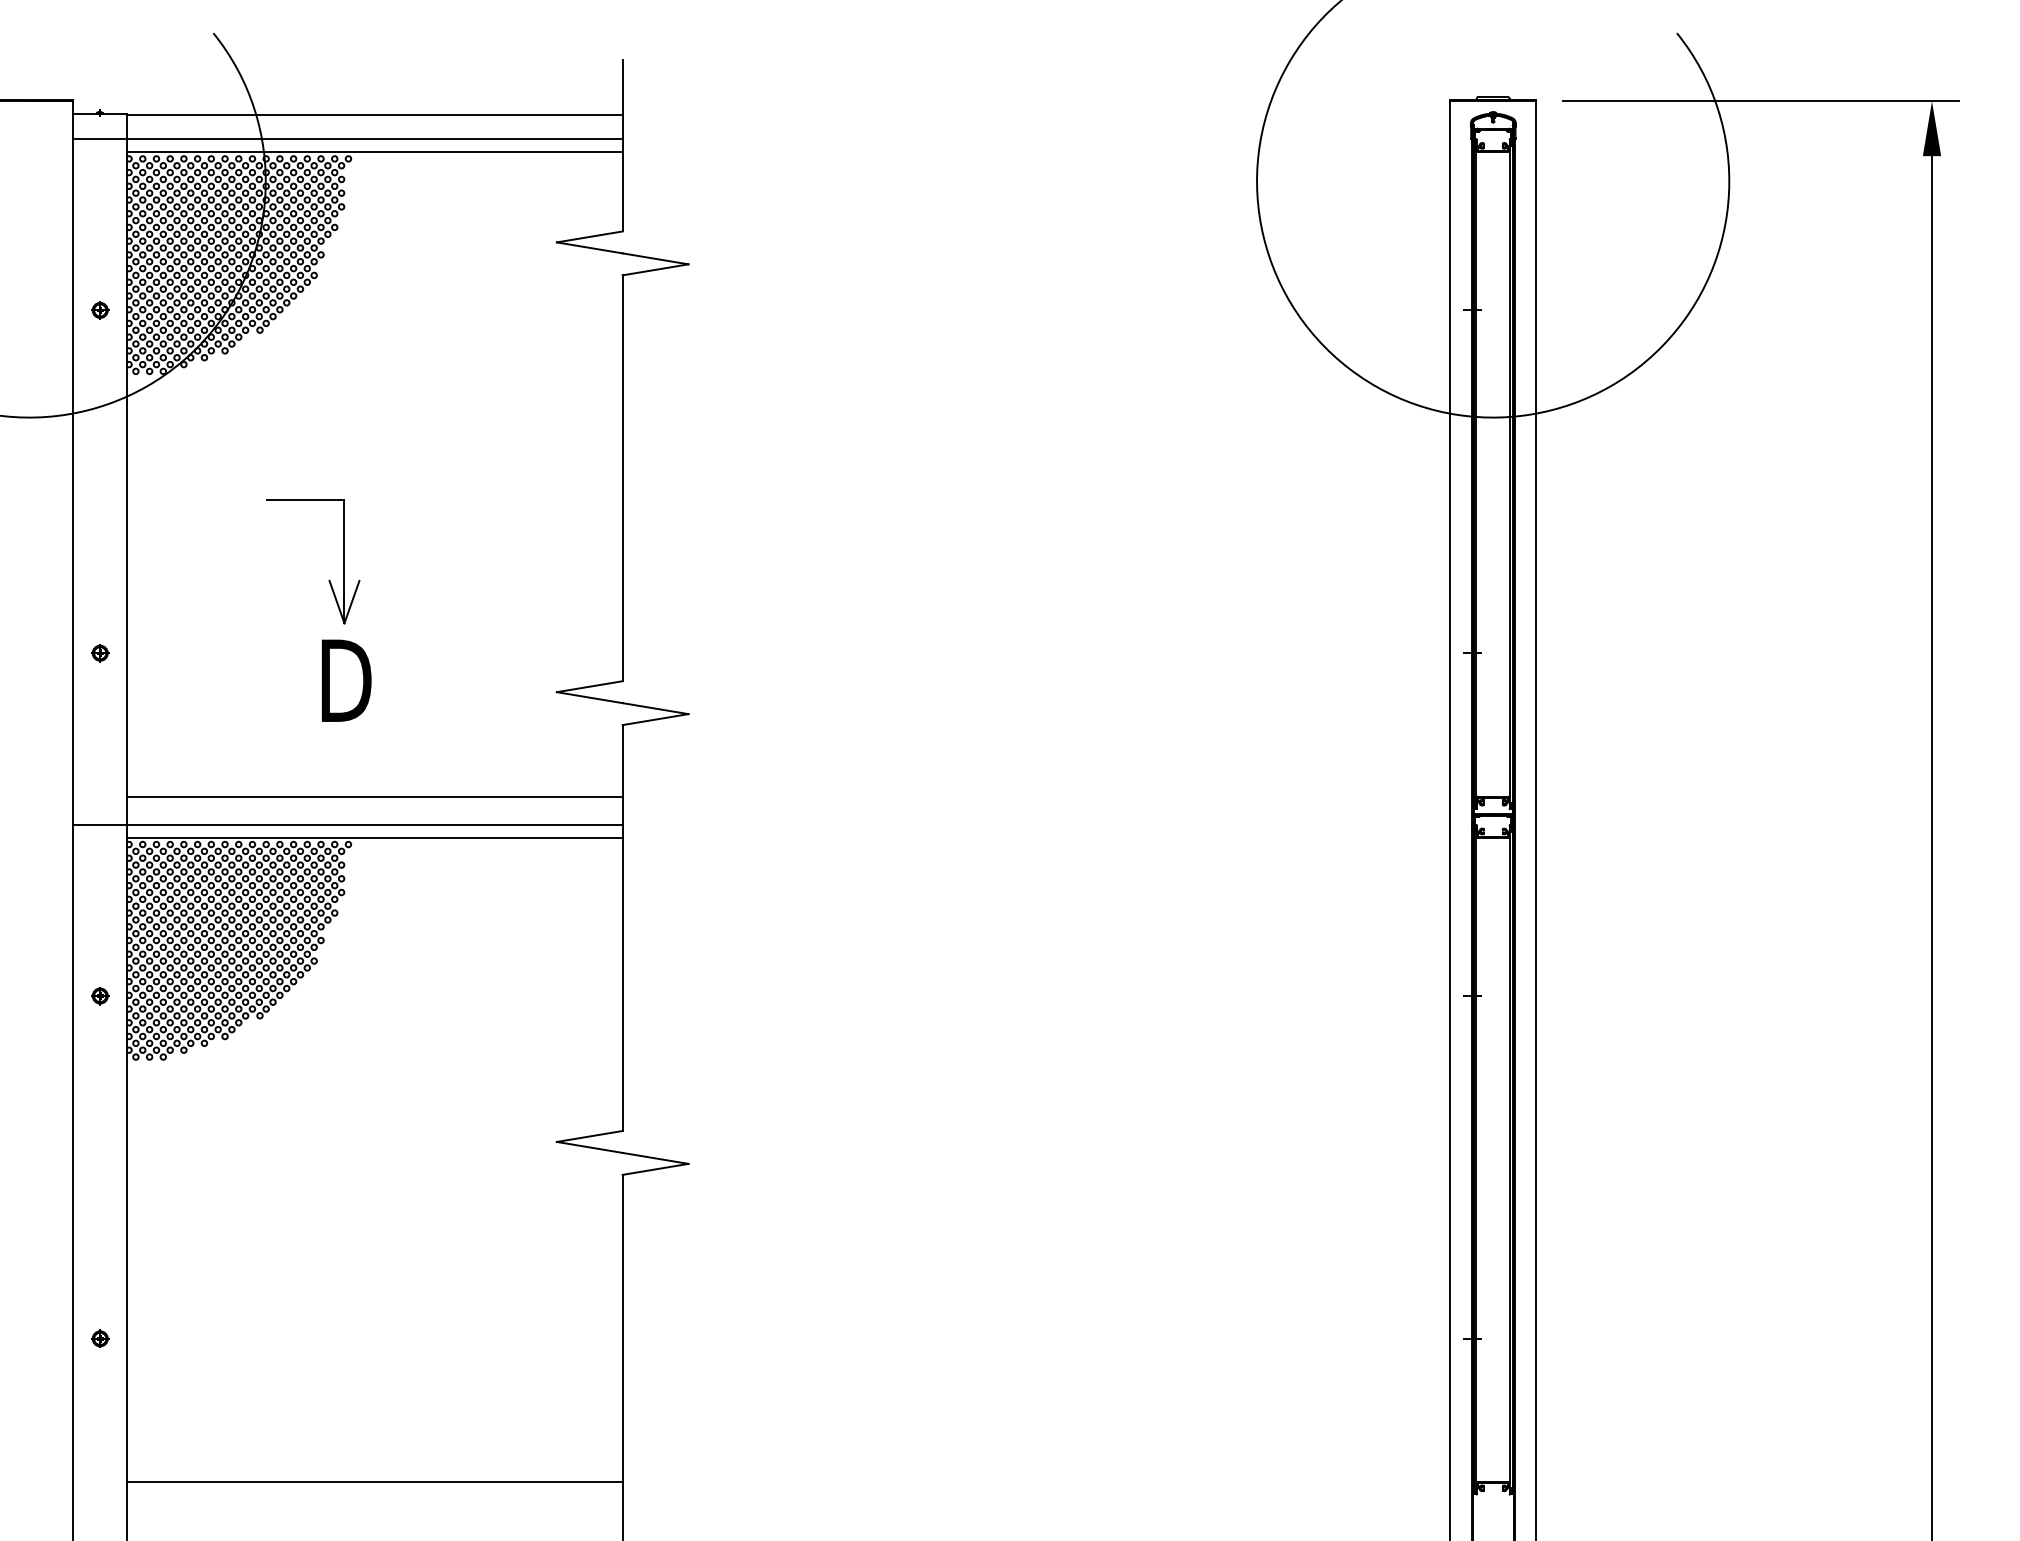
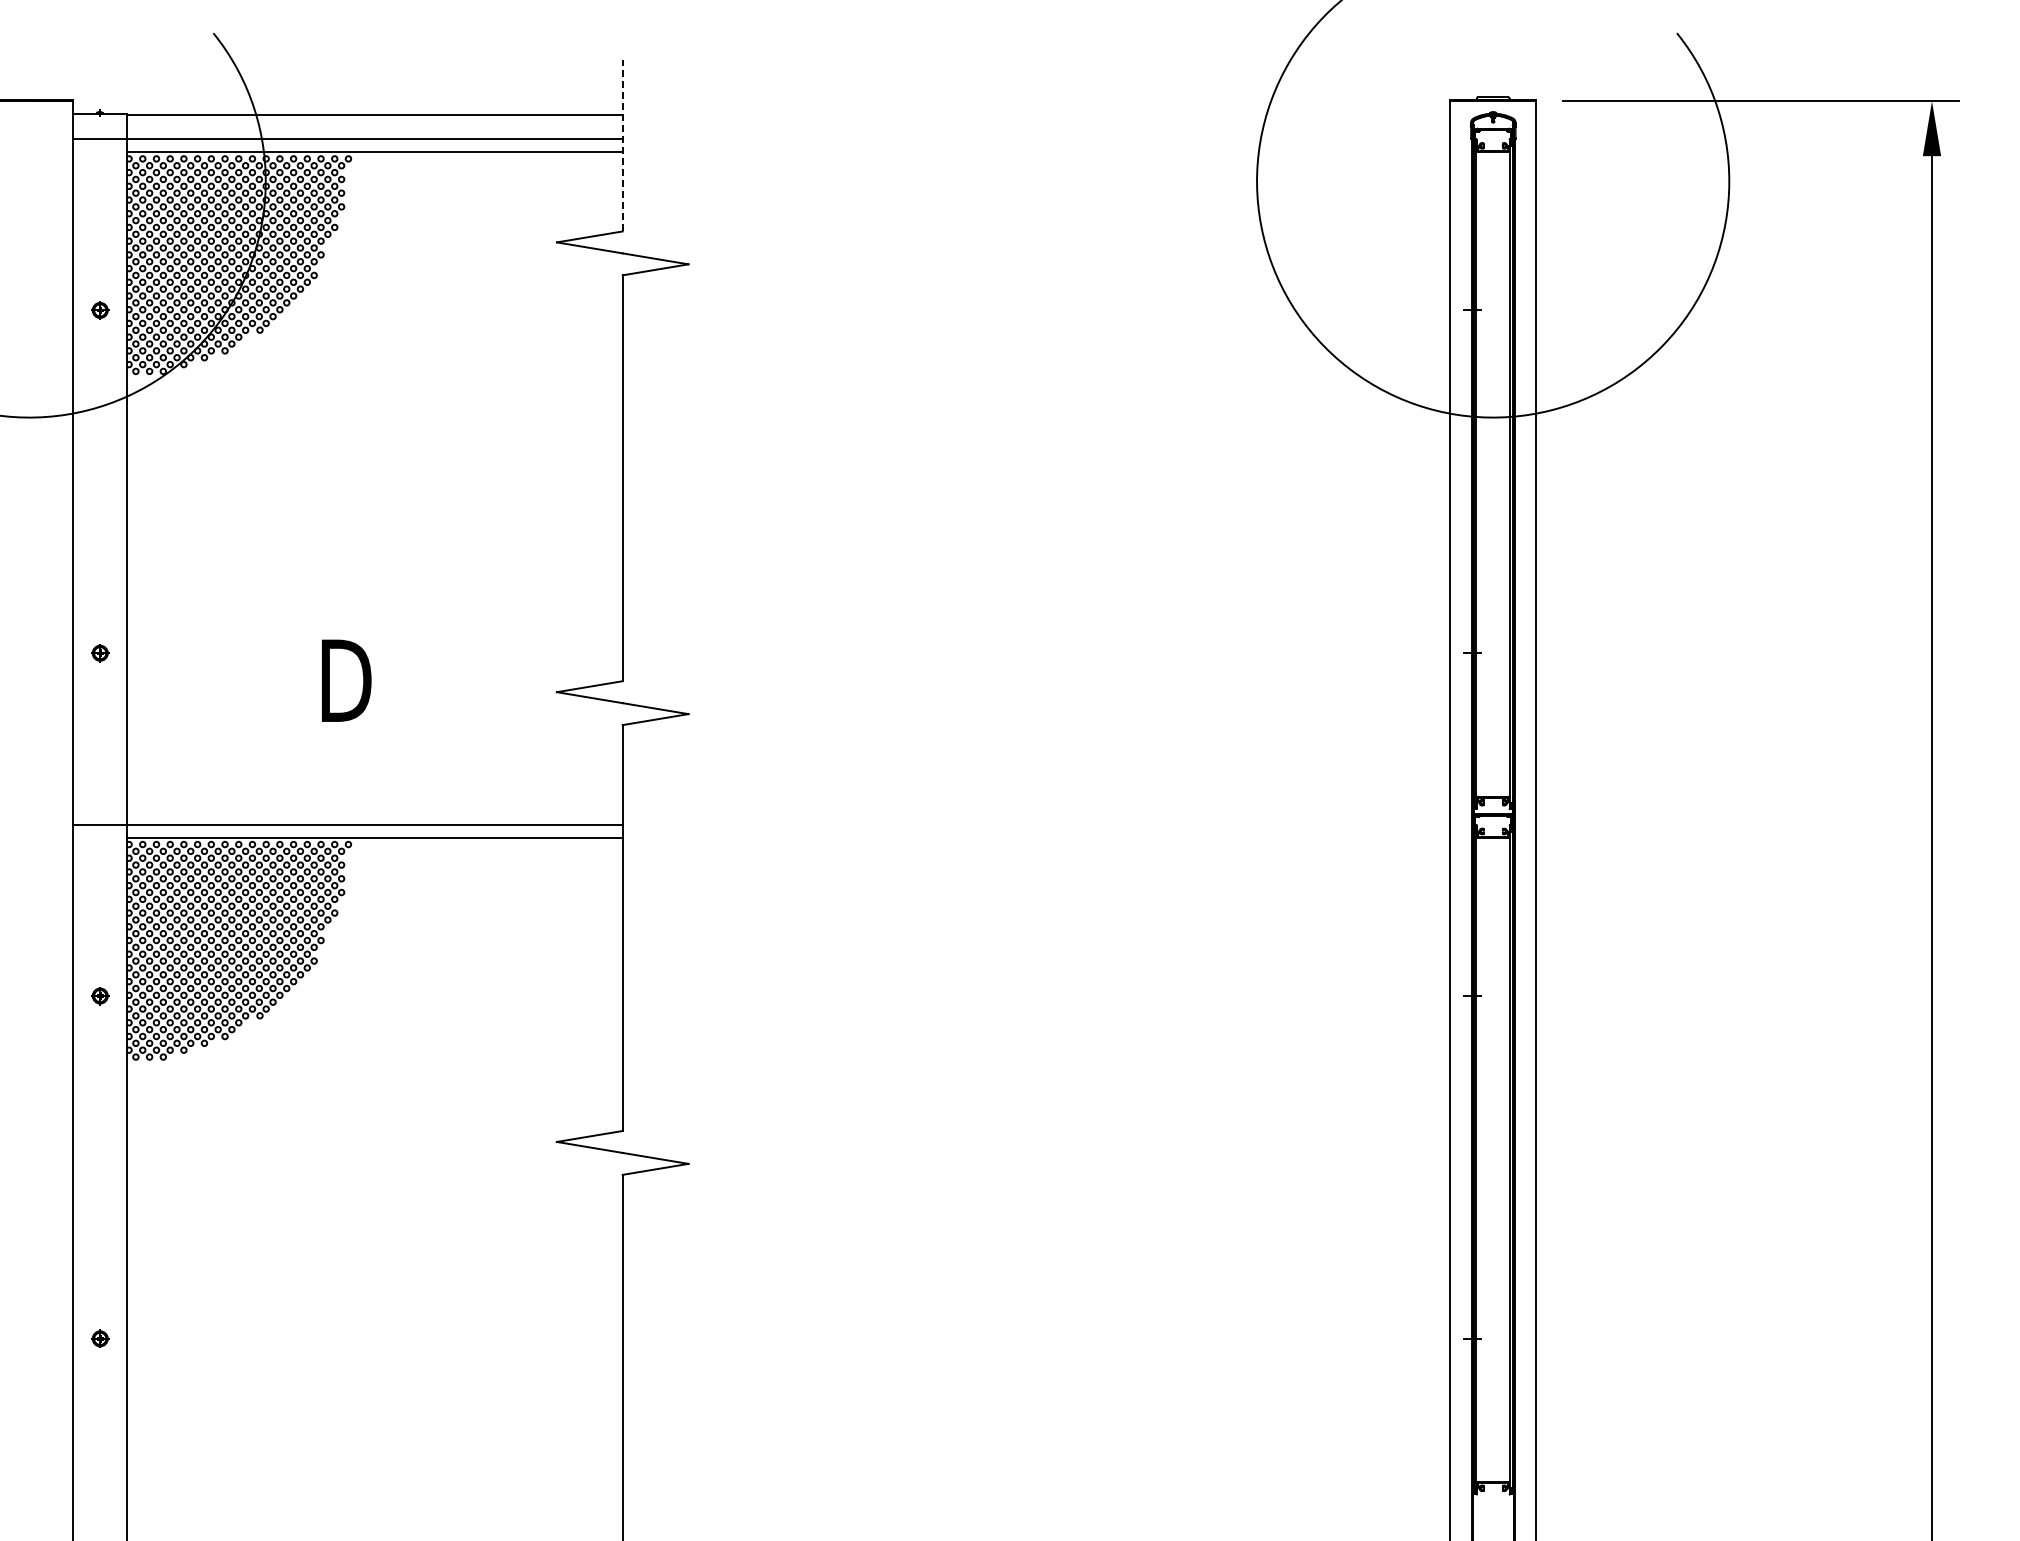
line at (622, 145): solid -> dashed
part at (328, 580): present -> none
line at (374, 796): present -> none
line at (374, 1482): present -> none
